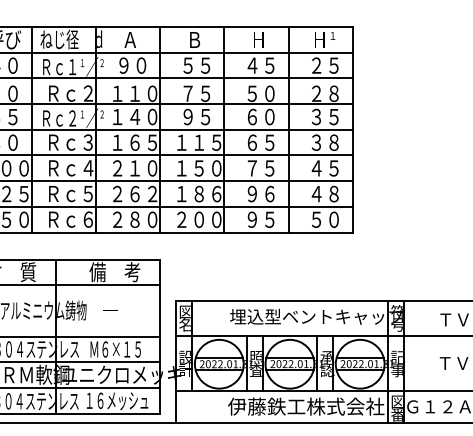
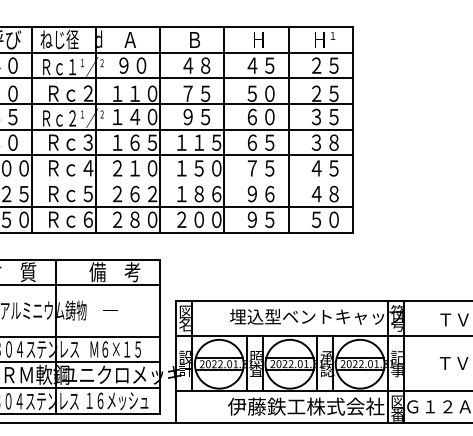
text at (196, 65): ５５ -> ４８
text at (333, 93): ２８ -> ２５
line at (177, 181): present -> none
